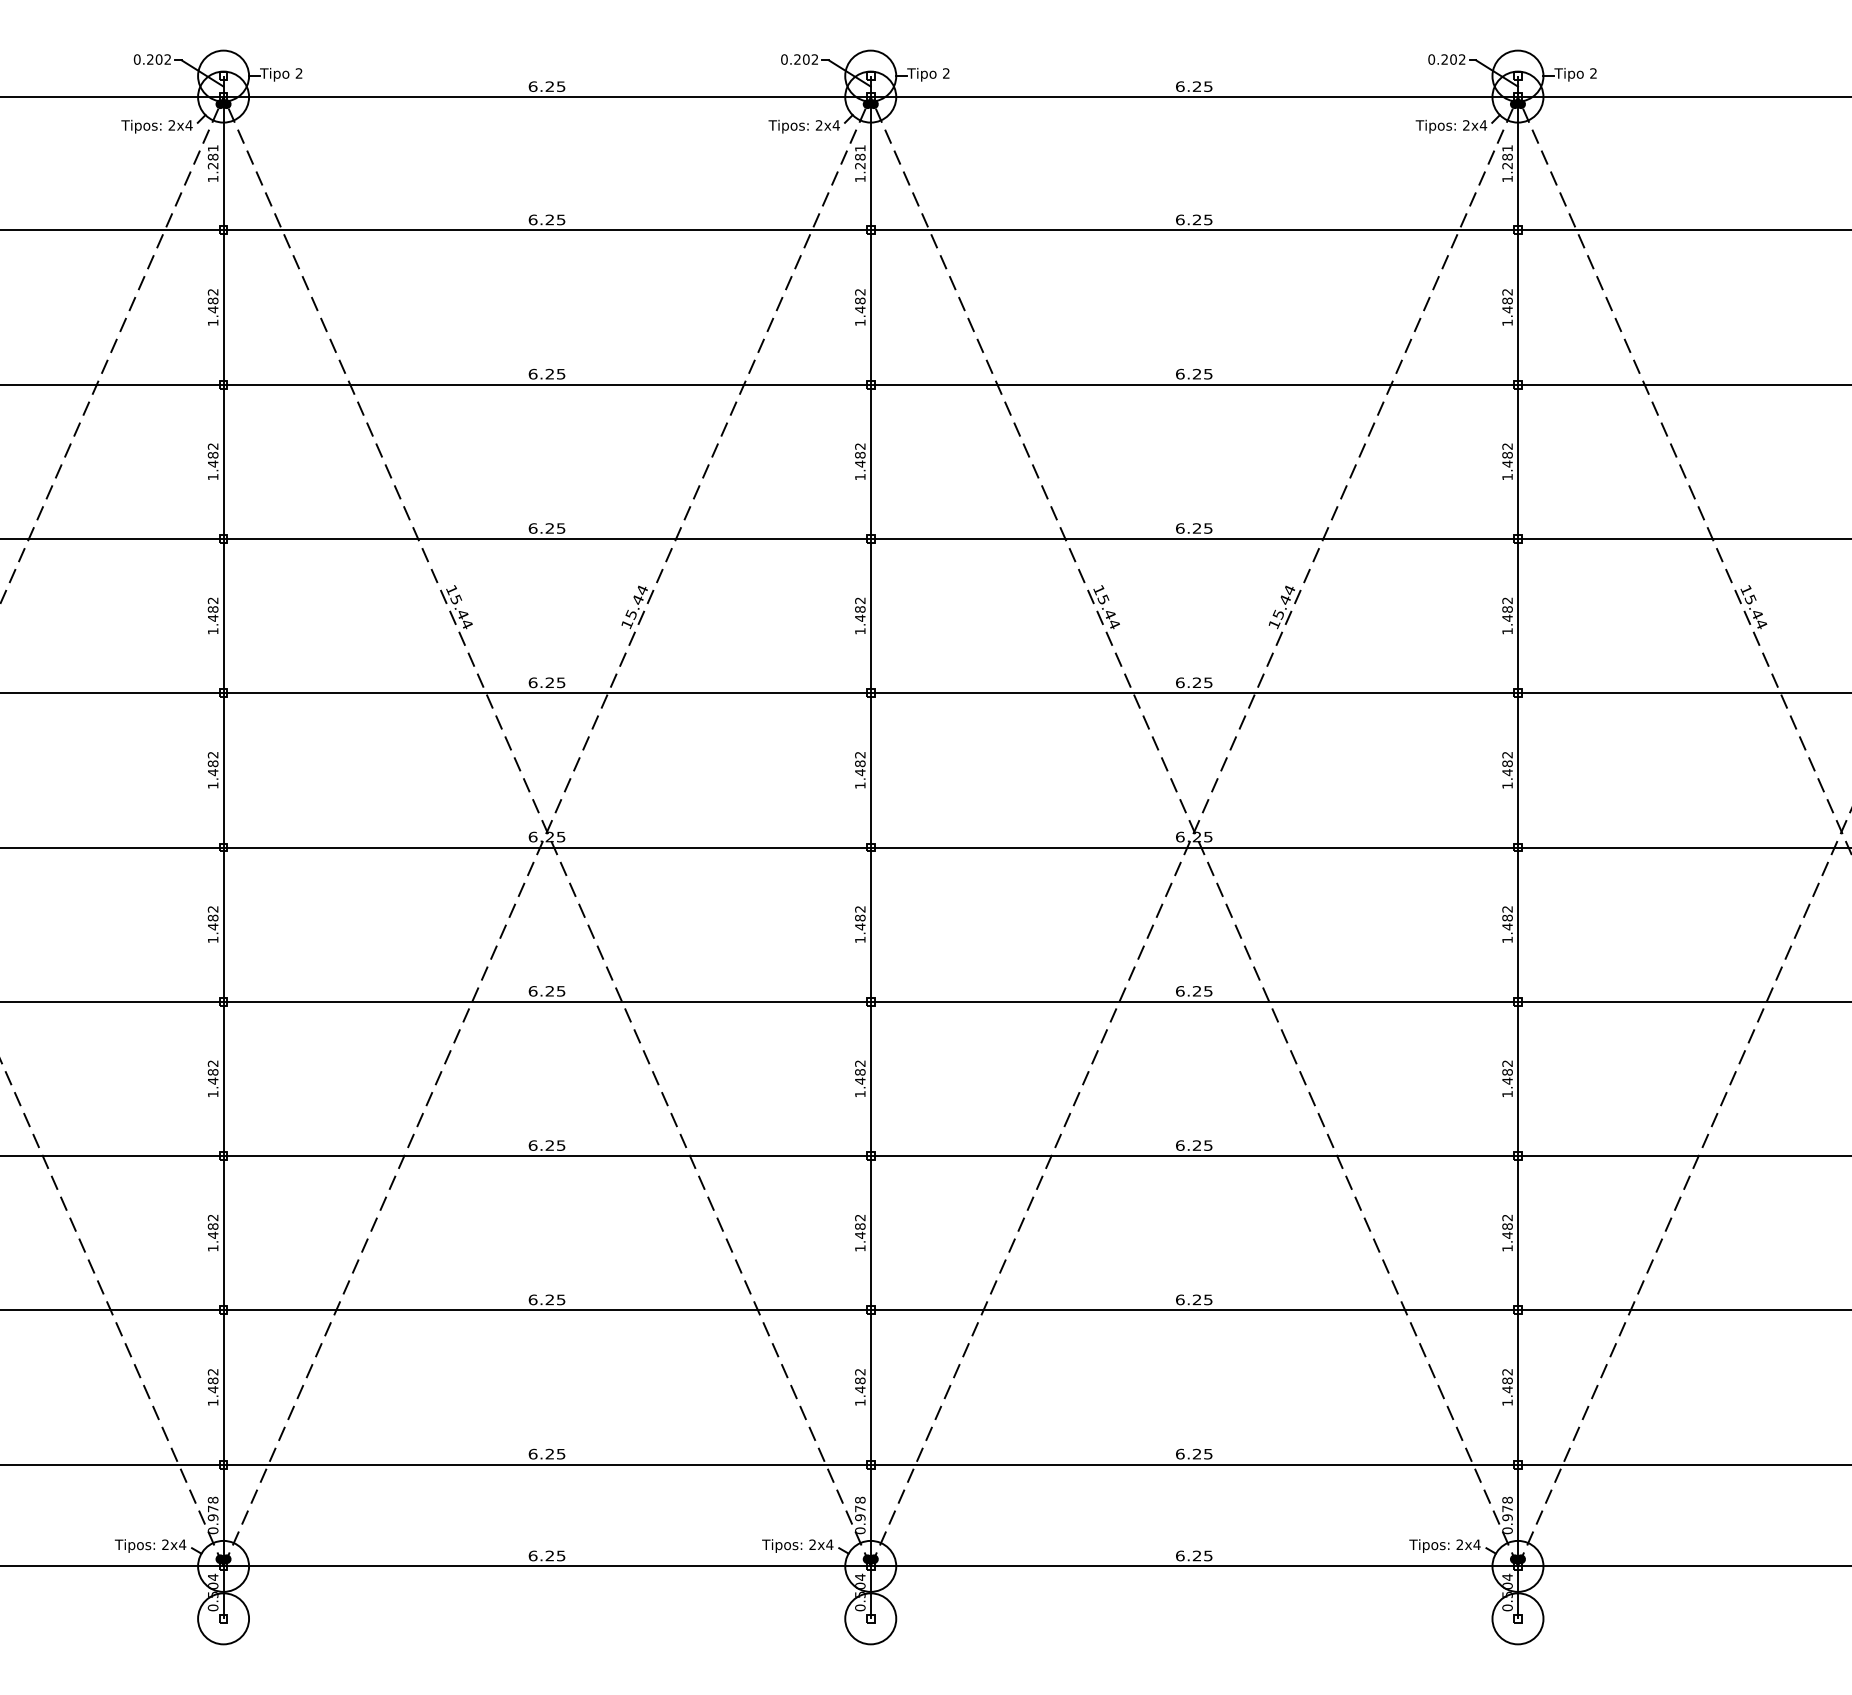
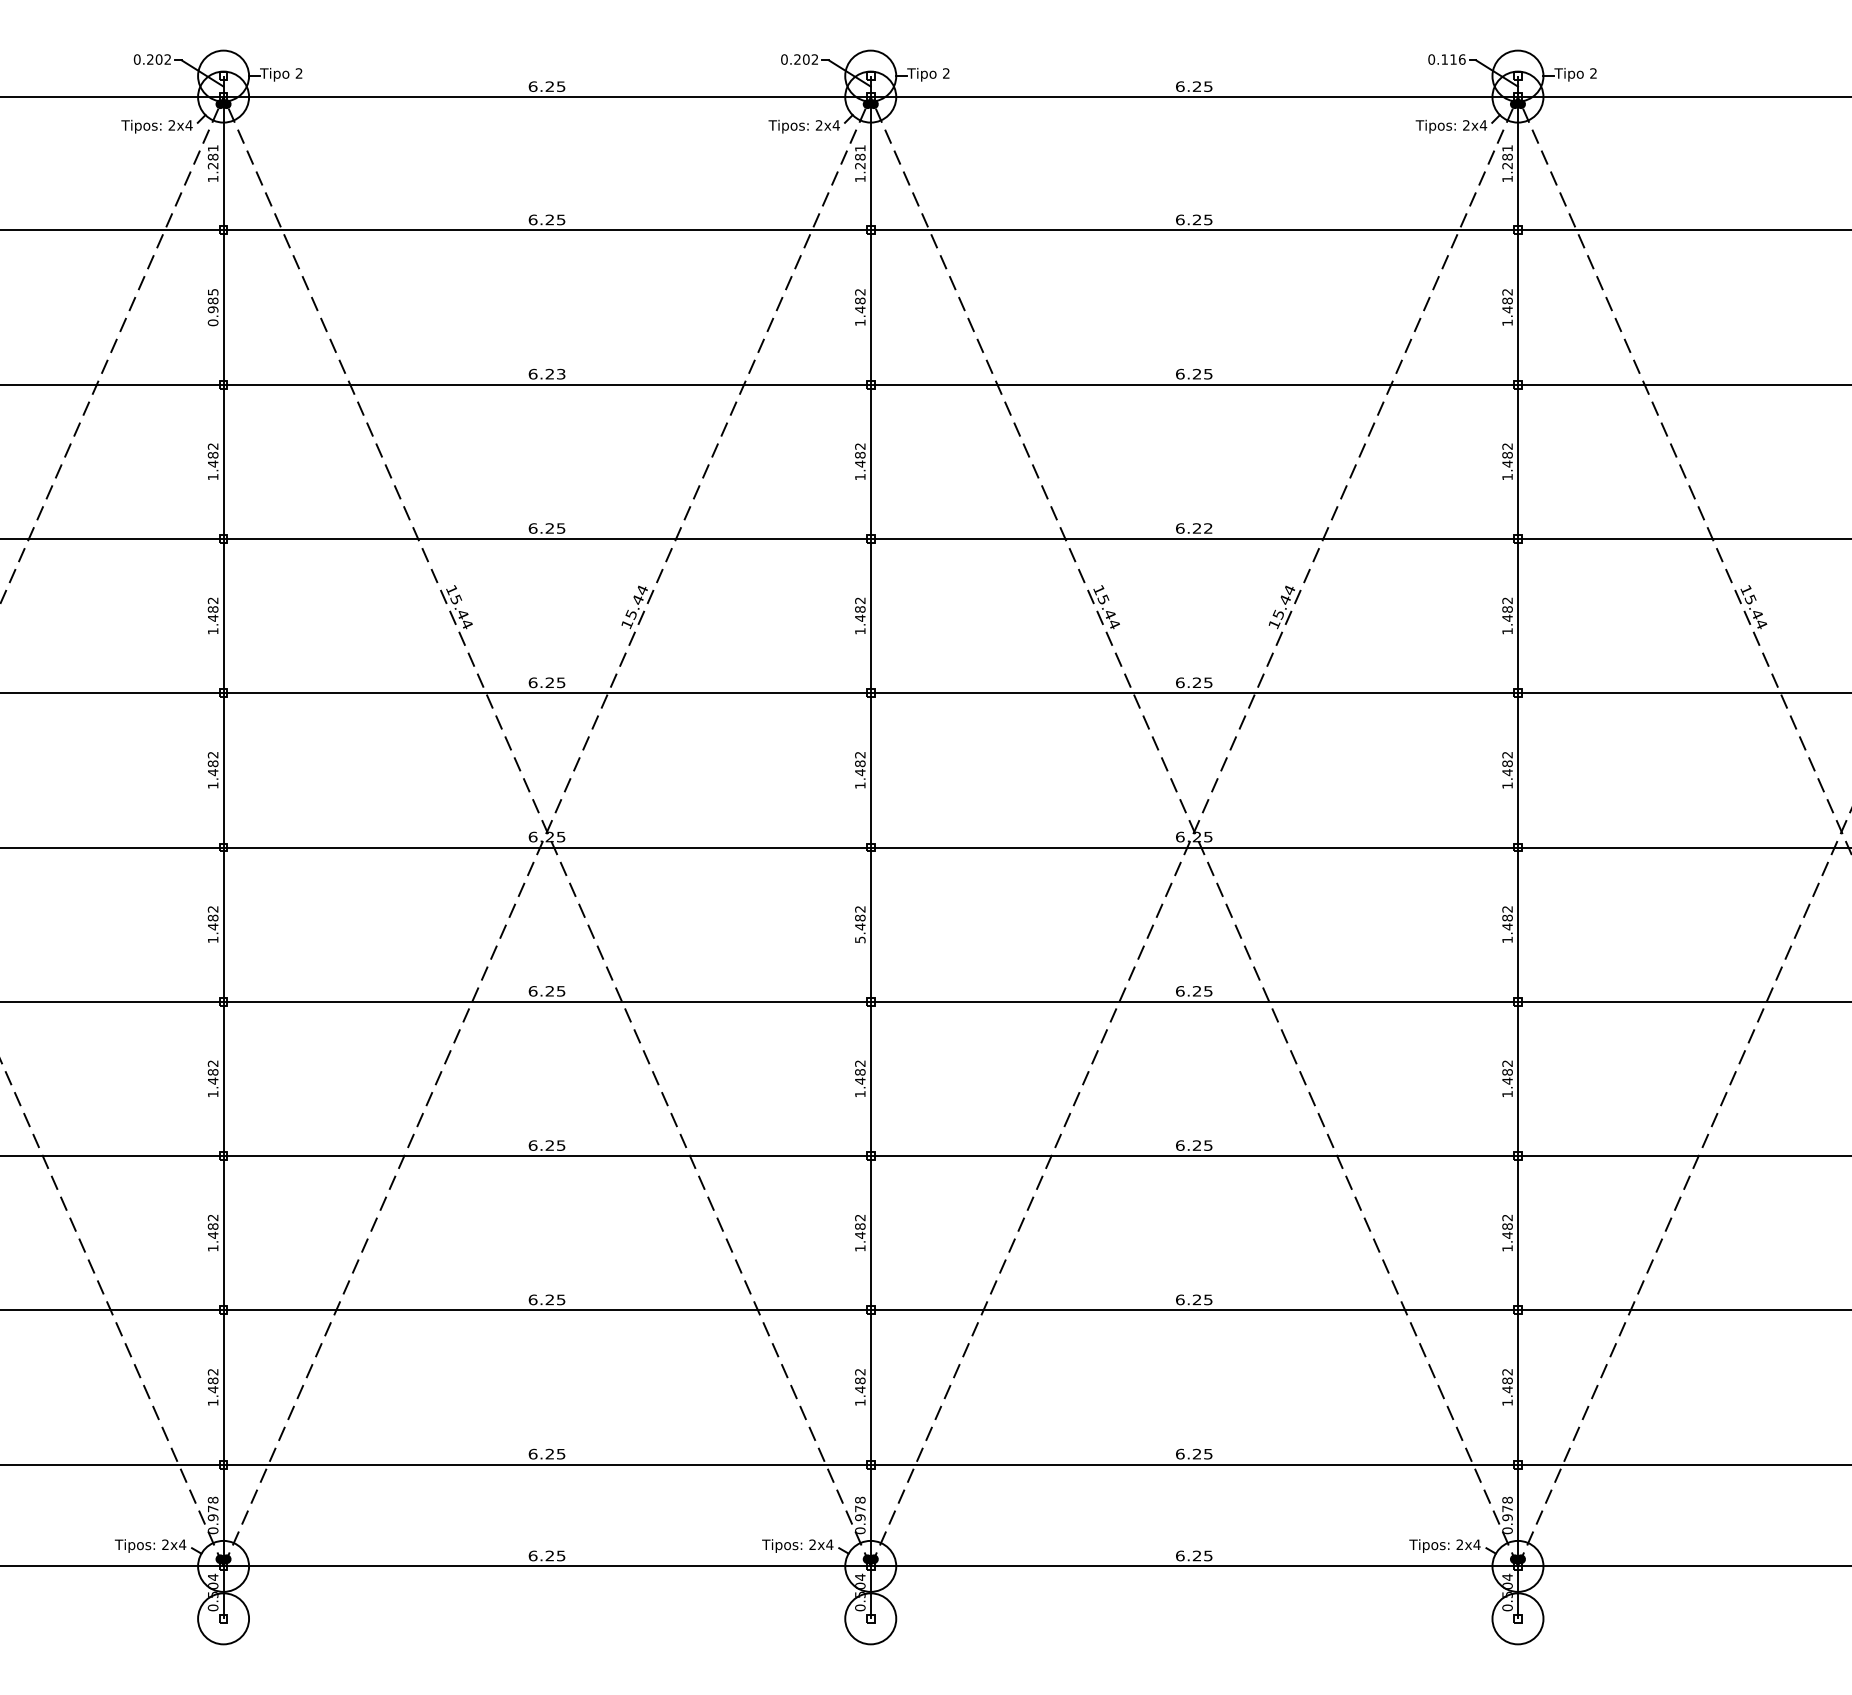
text at (1453, 59): 0.202 -> 0.116
text at (212, 307): 1.482 -> 0.985
text at (561, 373): 6.25 -> 6.23
text at (1208, 528): 6.25 -> 6.22
text at (860, 939): 1.482 -> 5.482
